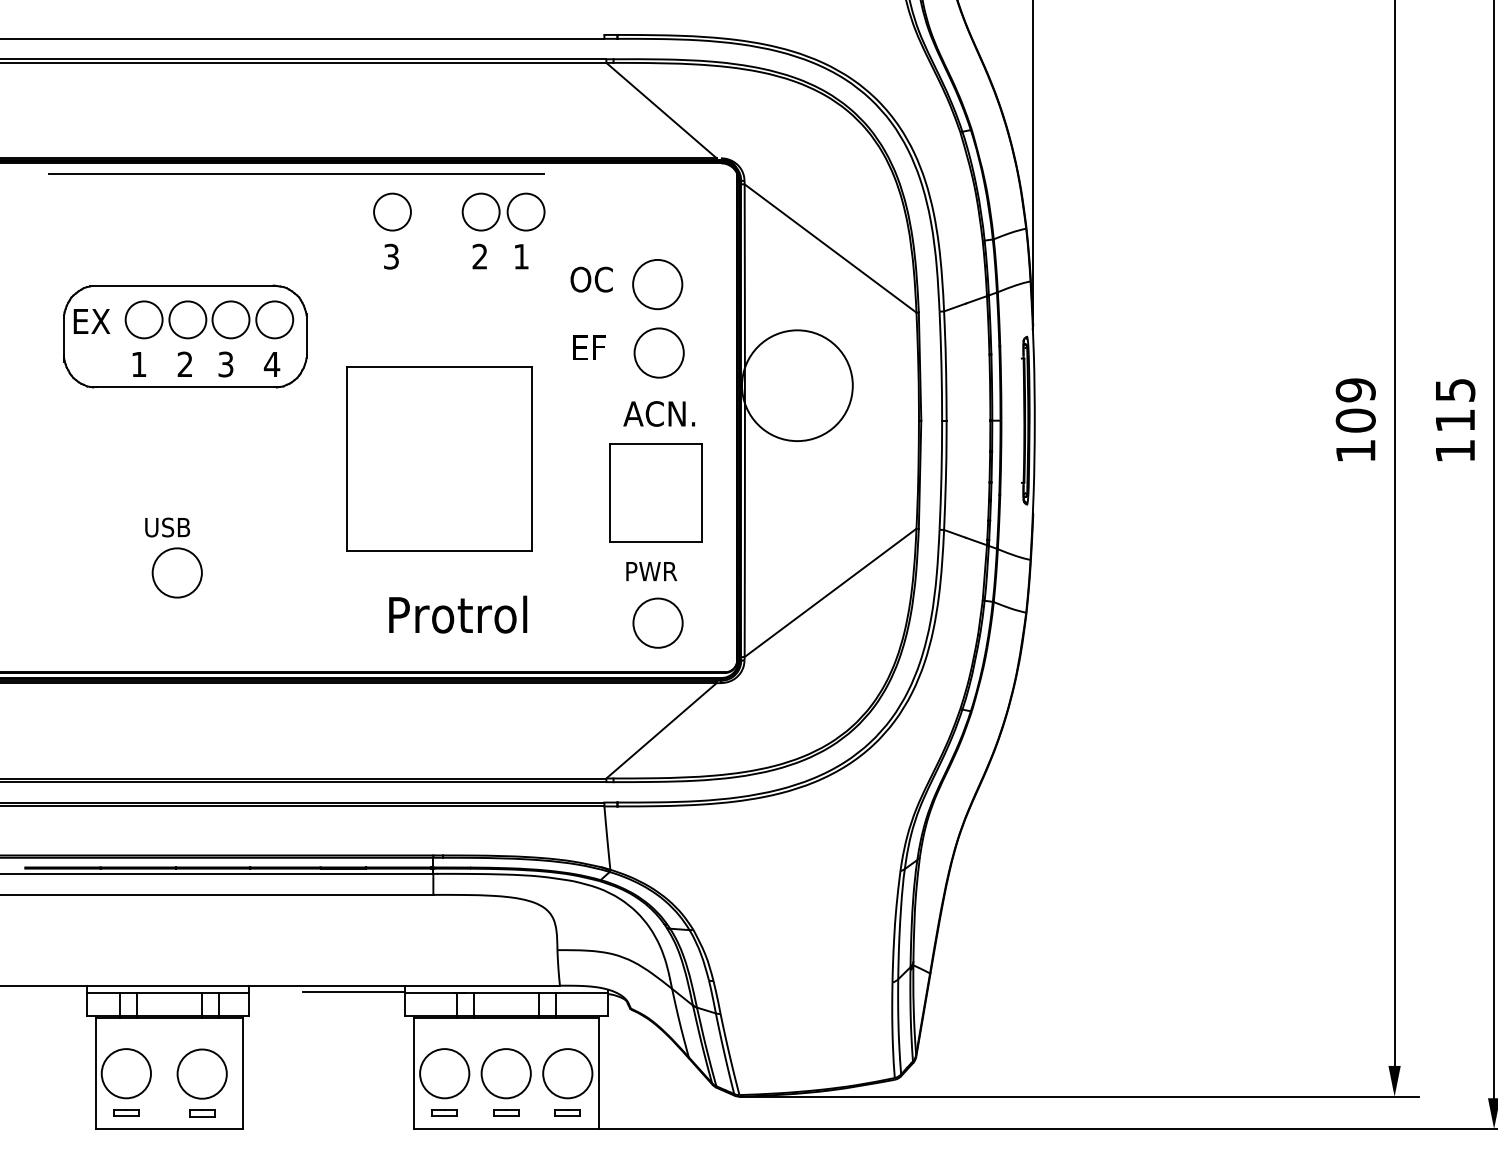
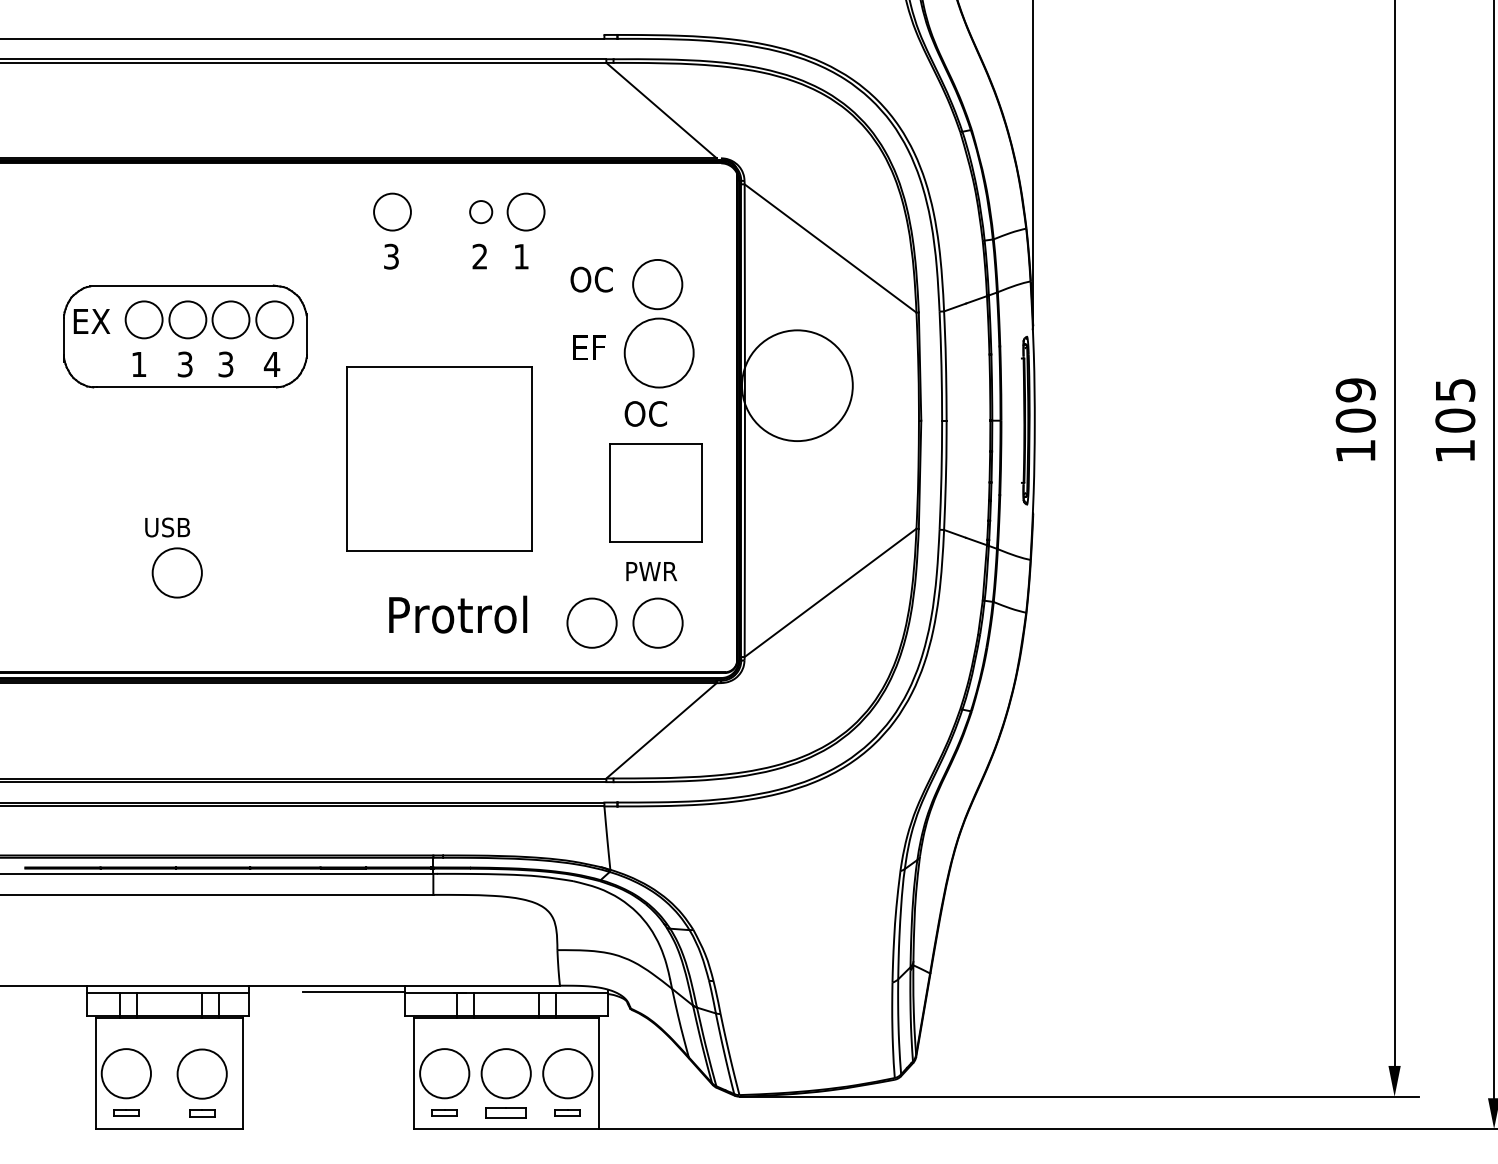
line at (296, 174): present -> none
circle at (480, 211) diameter: 37 px -> 22 px
circle at (658, 352) diameter: 49 px -> 69 px
text at (184, 364): 2 -> 3
text at (659, 413): ACN. -> OC
text at (1455, 420): 115 -> 105
circle at (591, 622): none -> present
part at (506, 1112) size: 27x8 px -> 42x12 px
